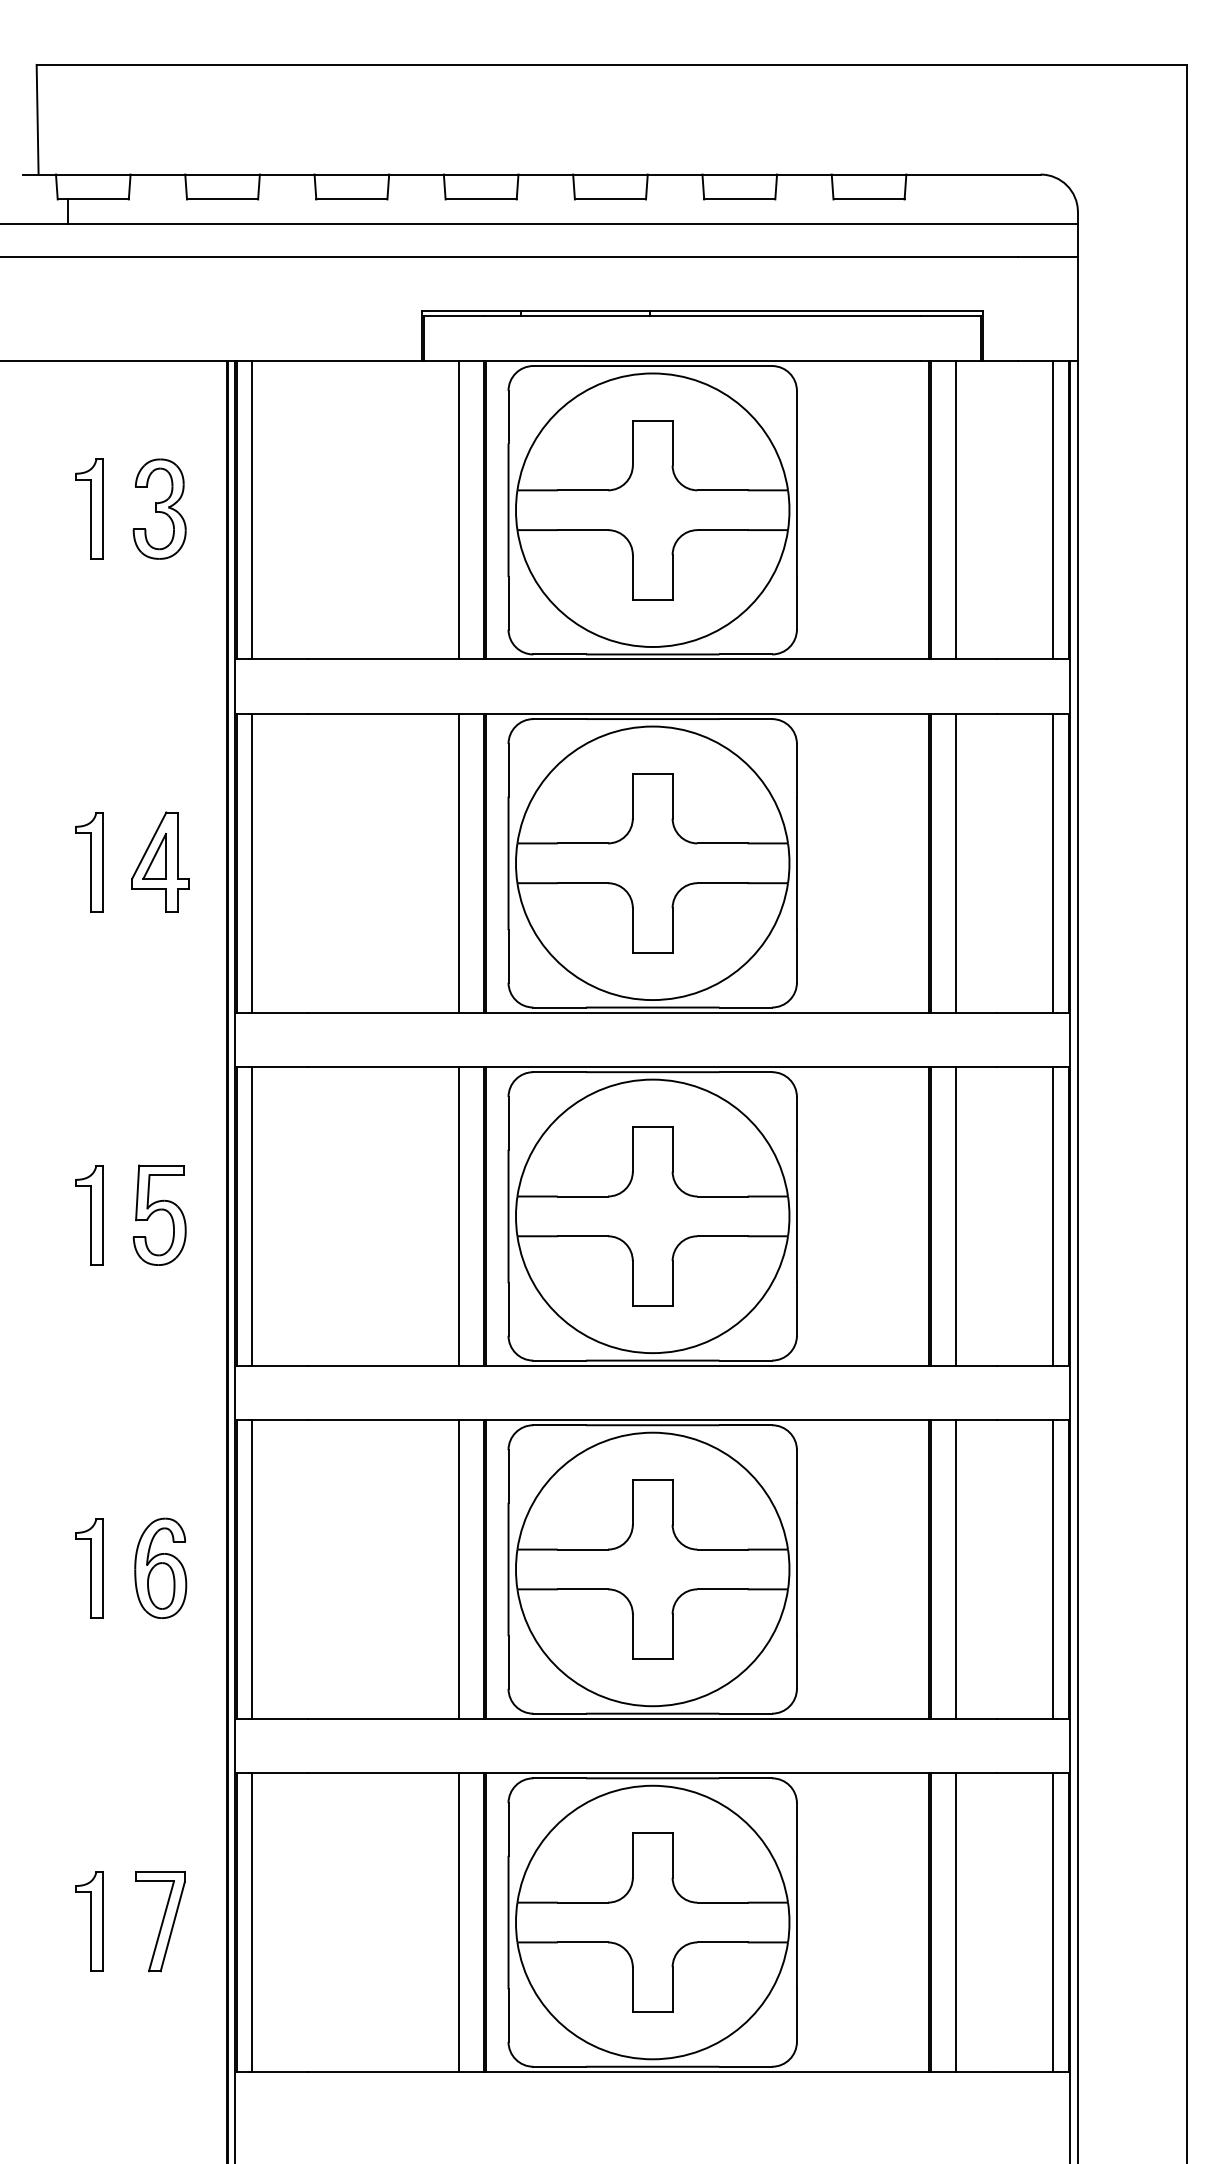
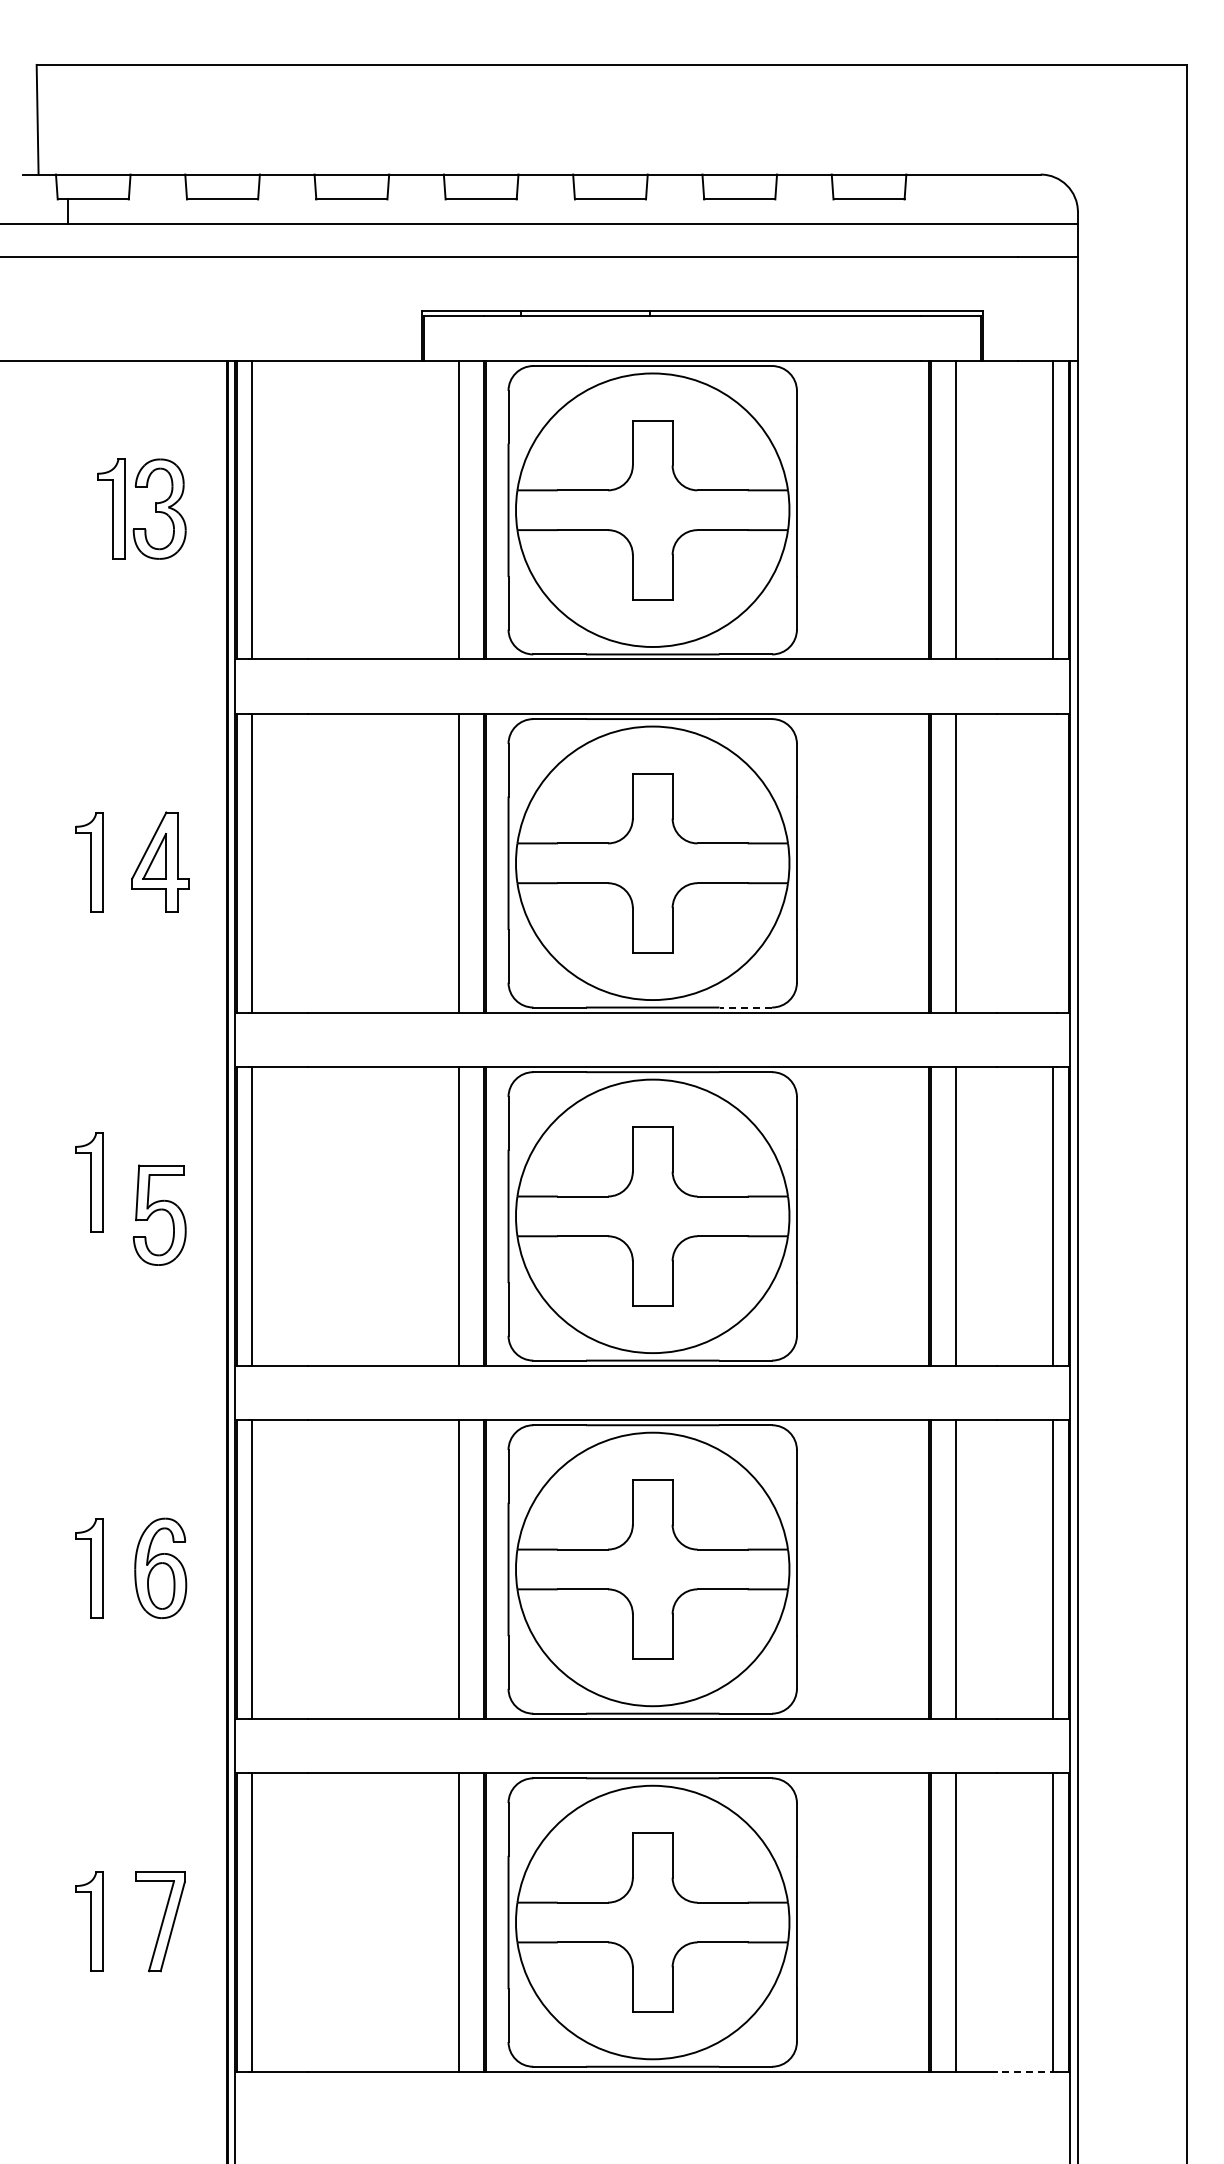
part at (89, 508) position: (89, 508) -> (111, 508)
line at (1052, 863): present -> none
line at (745, 1007): solid -> dashed
part at (89, 1215) position: (89, 1215) -> (89, 1182)
line at (1027, 2071): solid -> dashed
